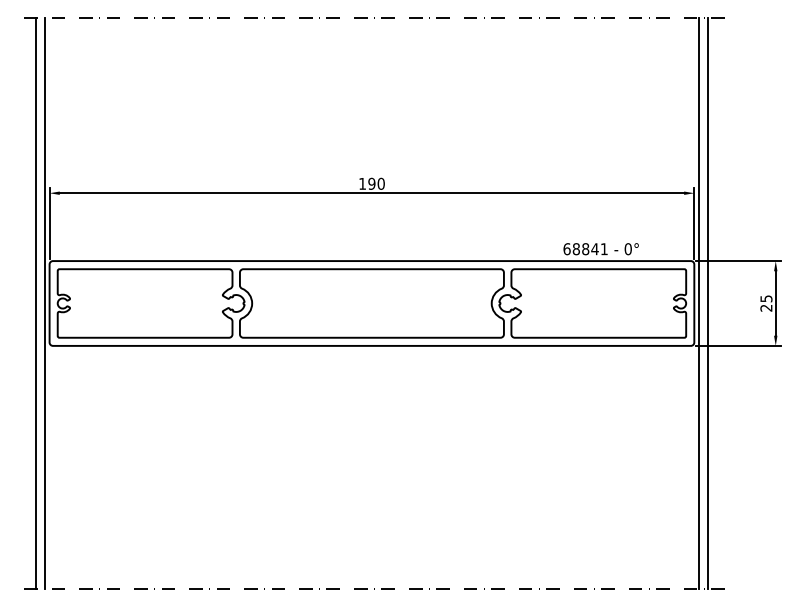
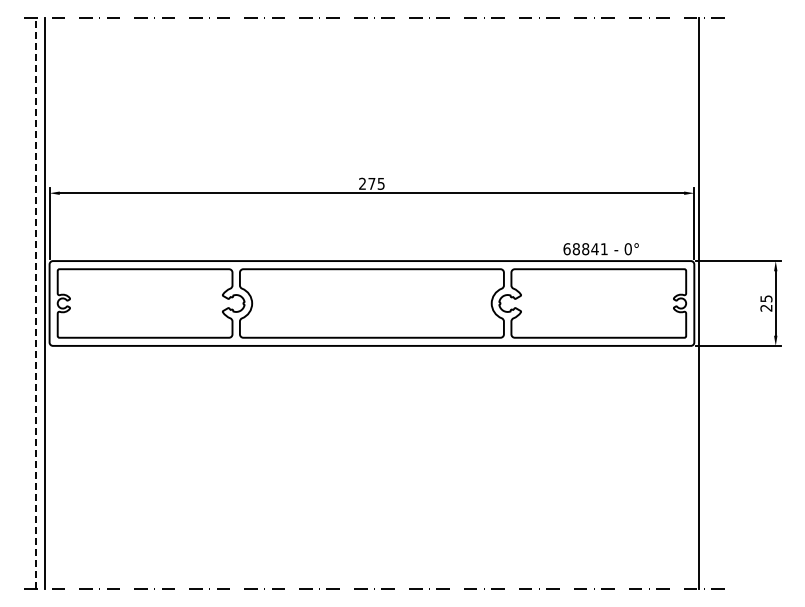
text at (371, 183): 190 -> 275
line at (36, 303): solid -> dashed
line at (707, 303): present -> none
